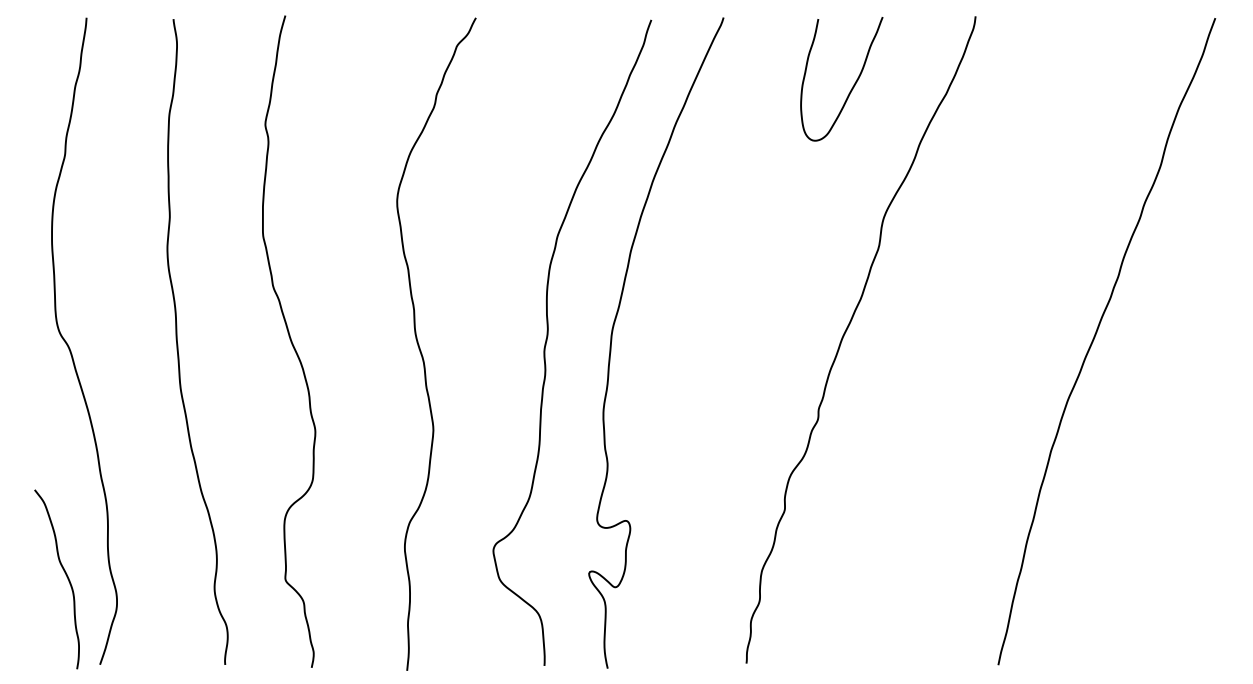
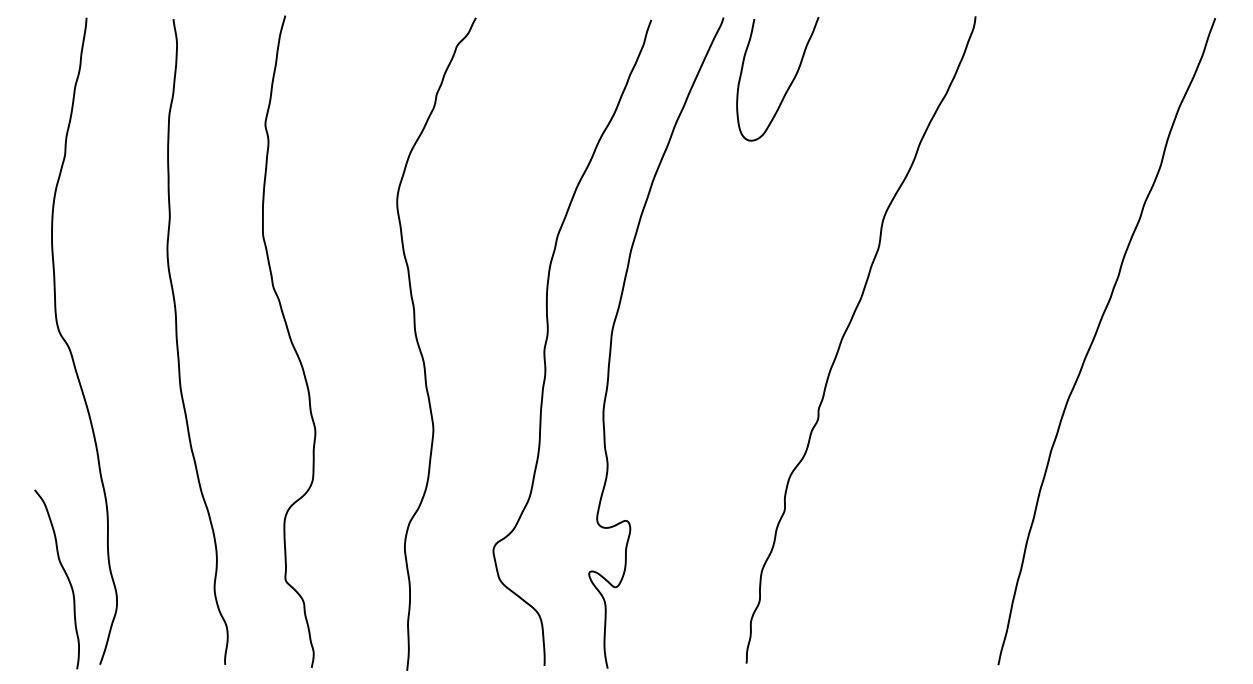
curve at (853, 84) position: (853, 84) -> (789, 84)
